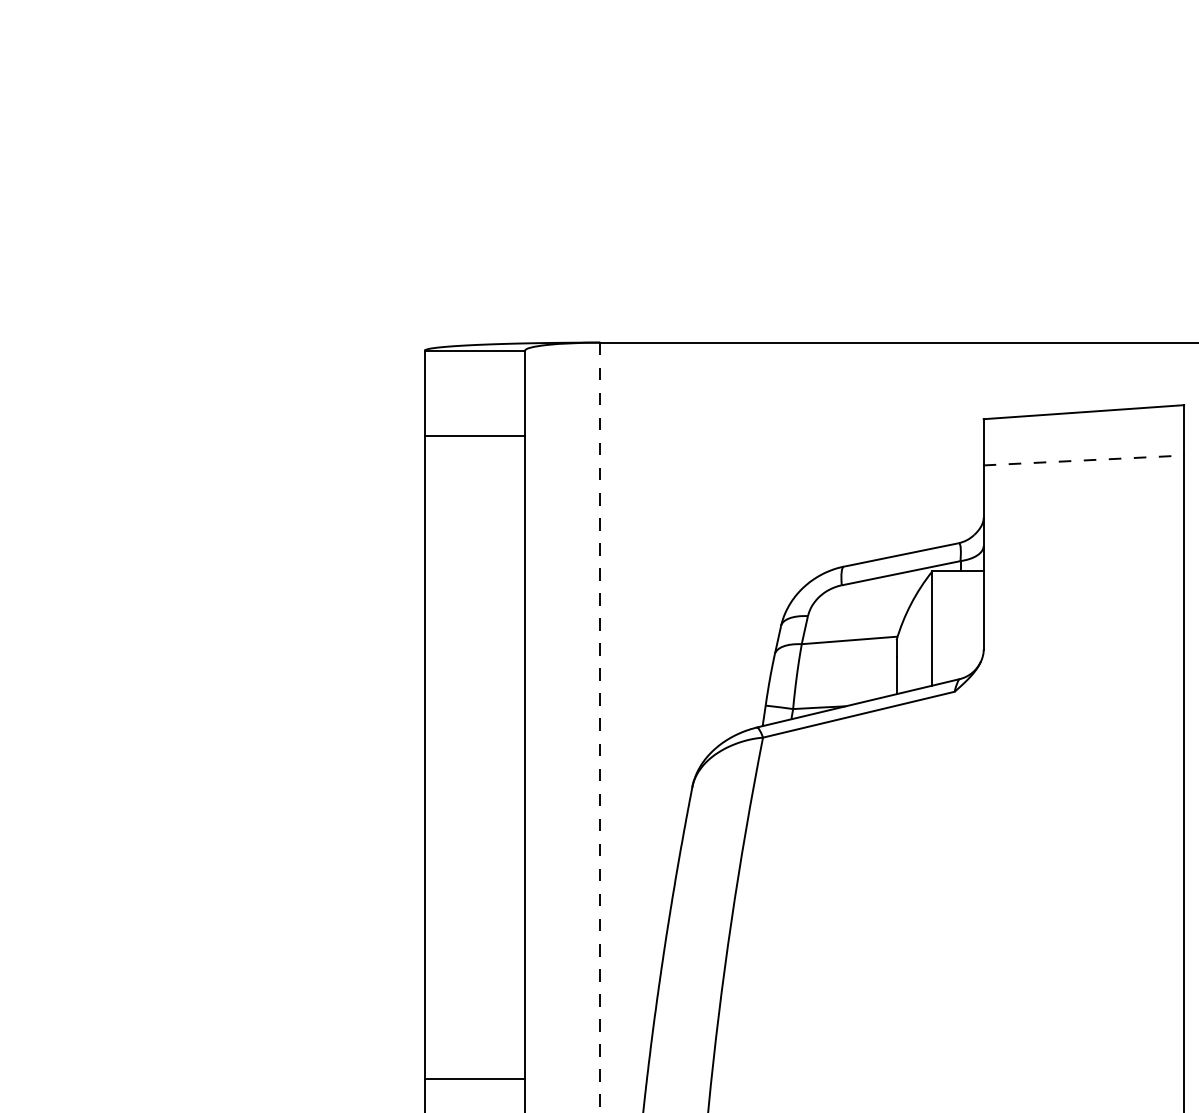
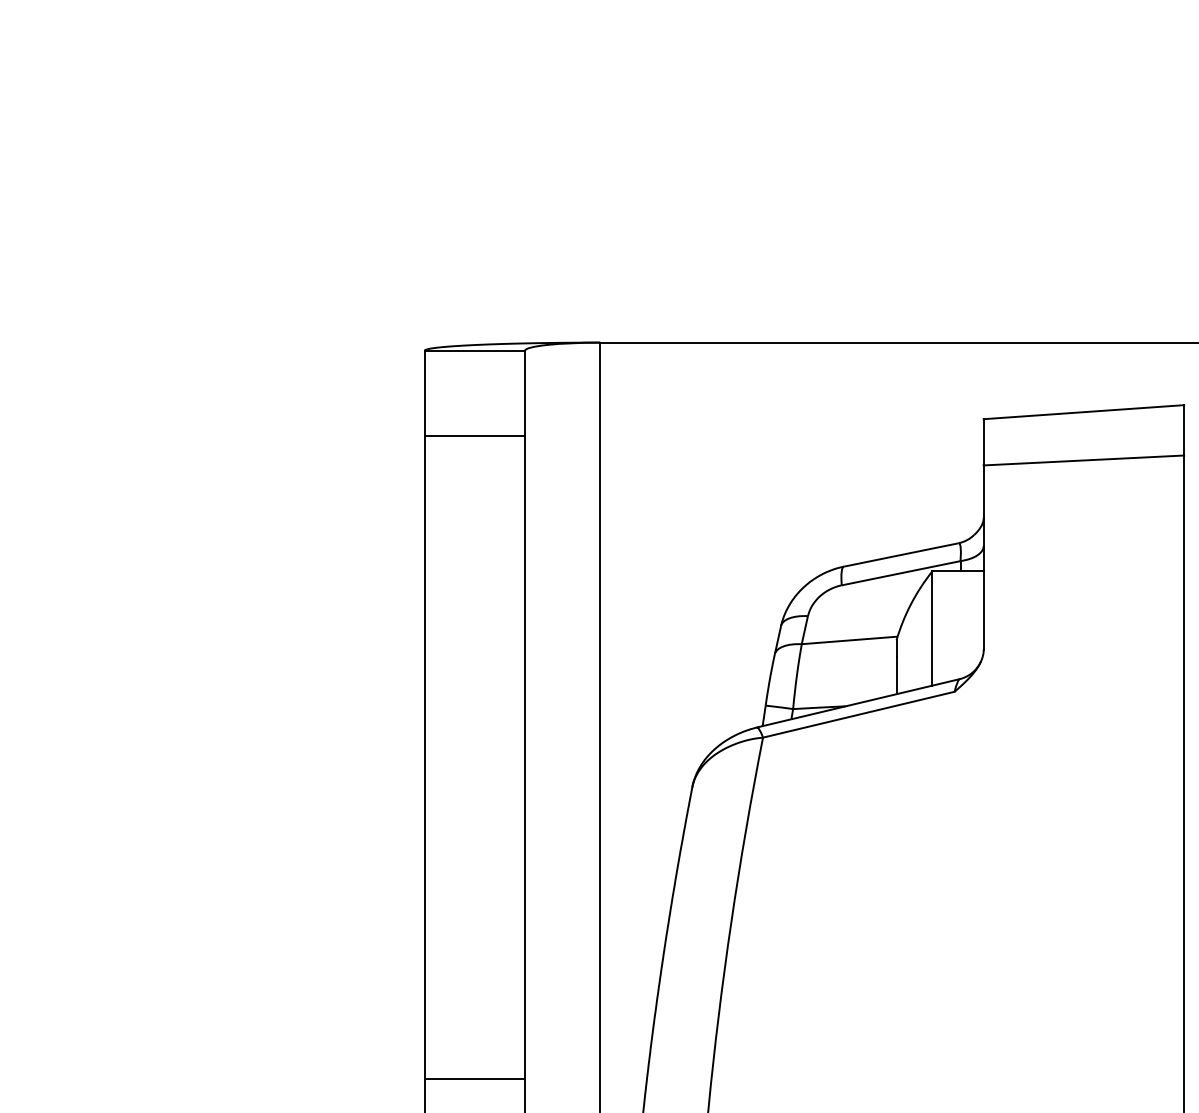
line at (1084, 460): dashed -> solid
line at (600, 727): dashed -> solid
